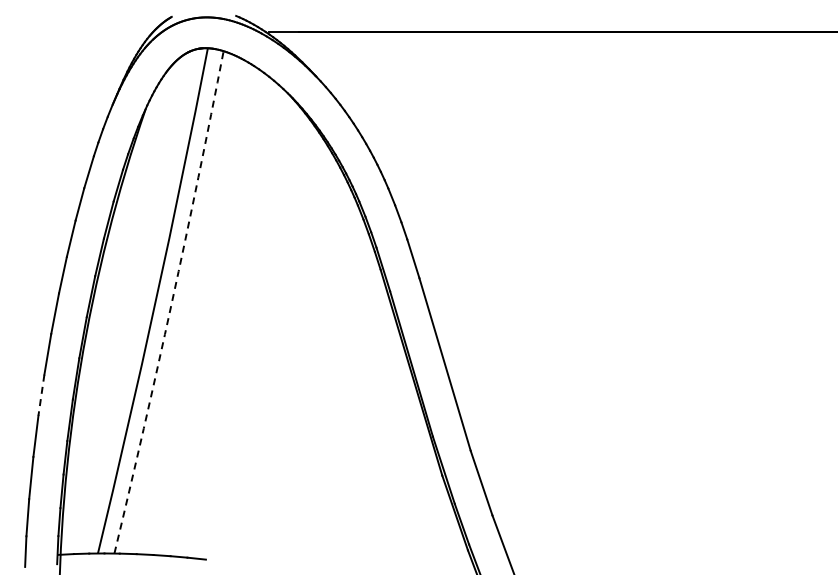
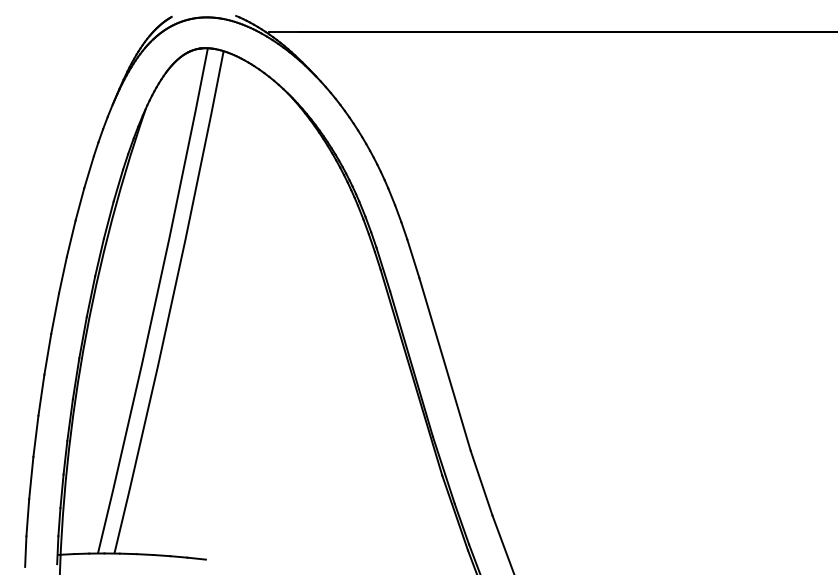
arc at (171, 302): dashed -> solid
line at (41, 395): dashed -> solid
